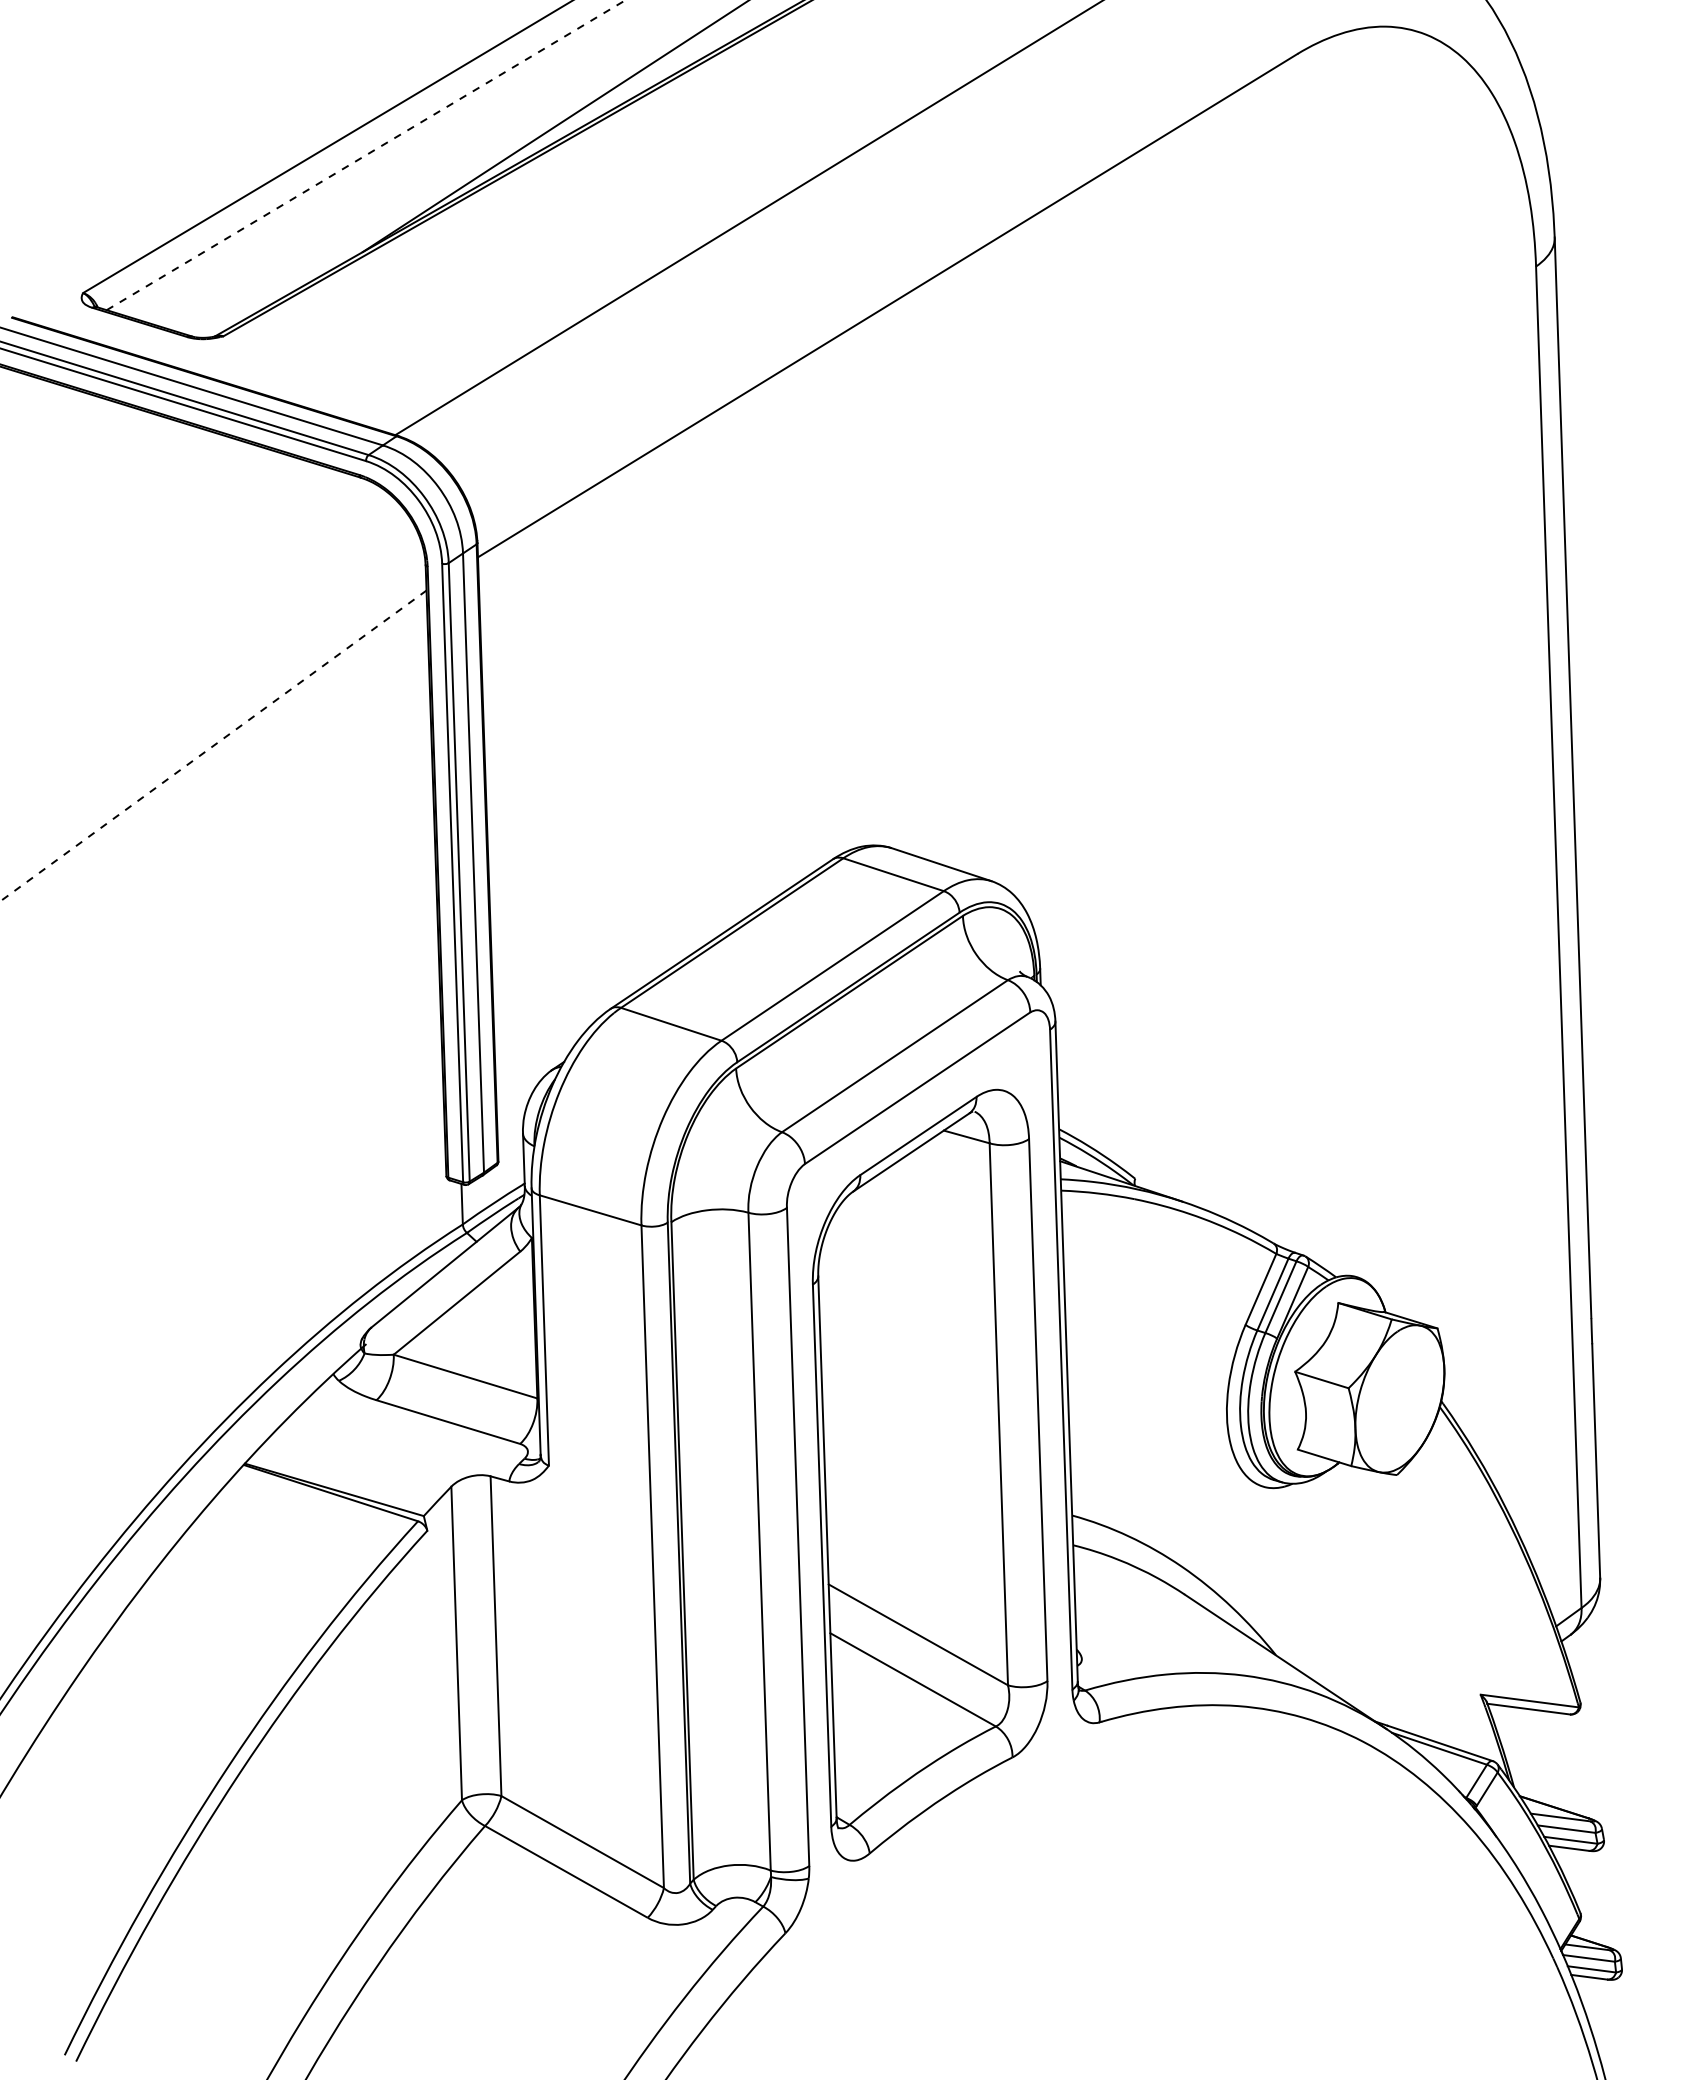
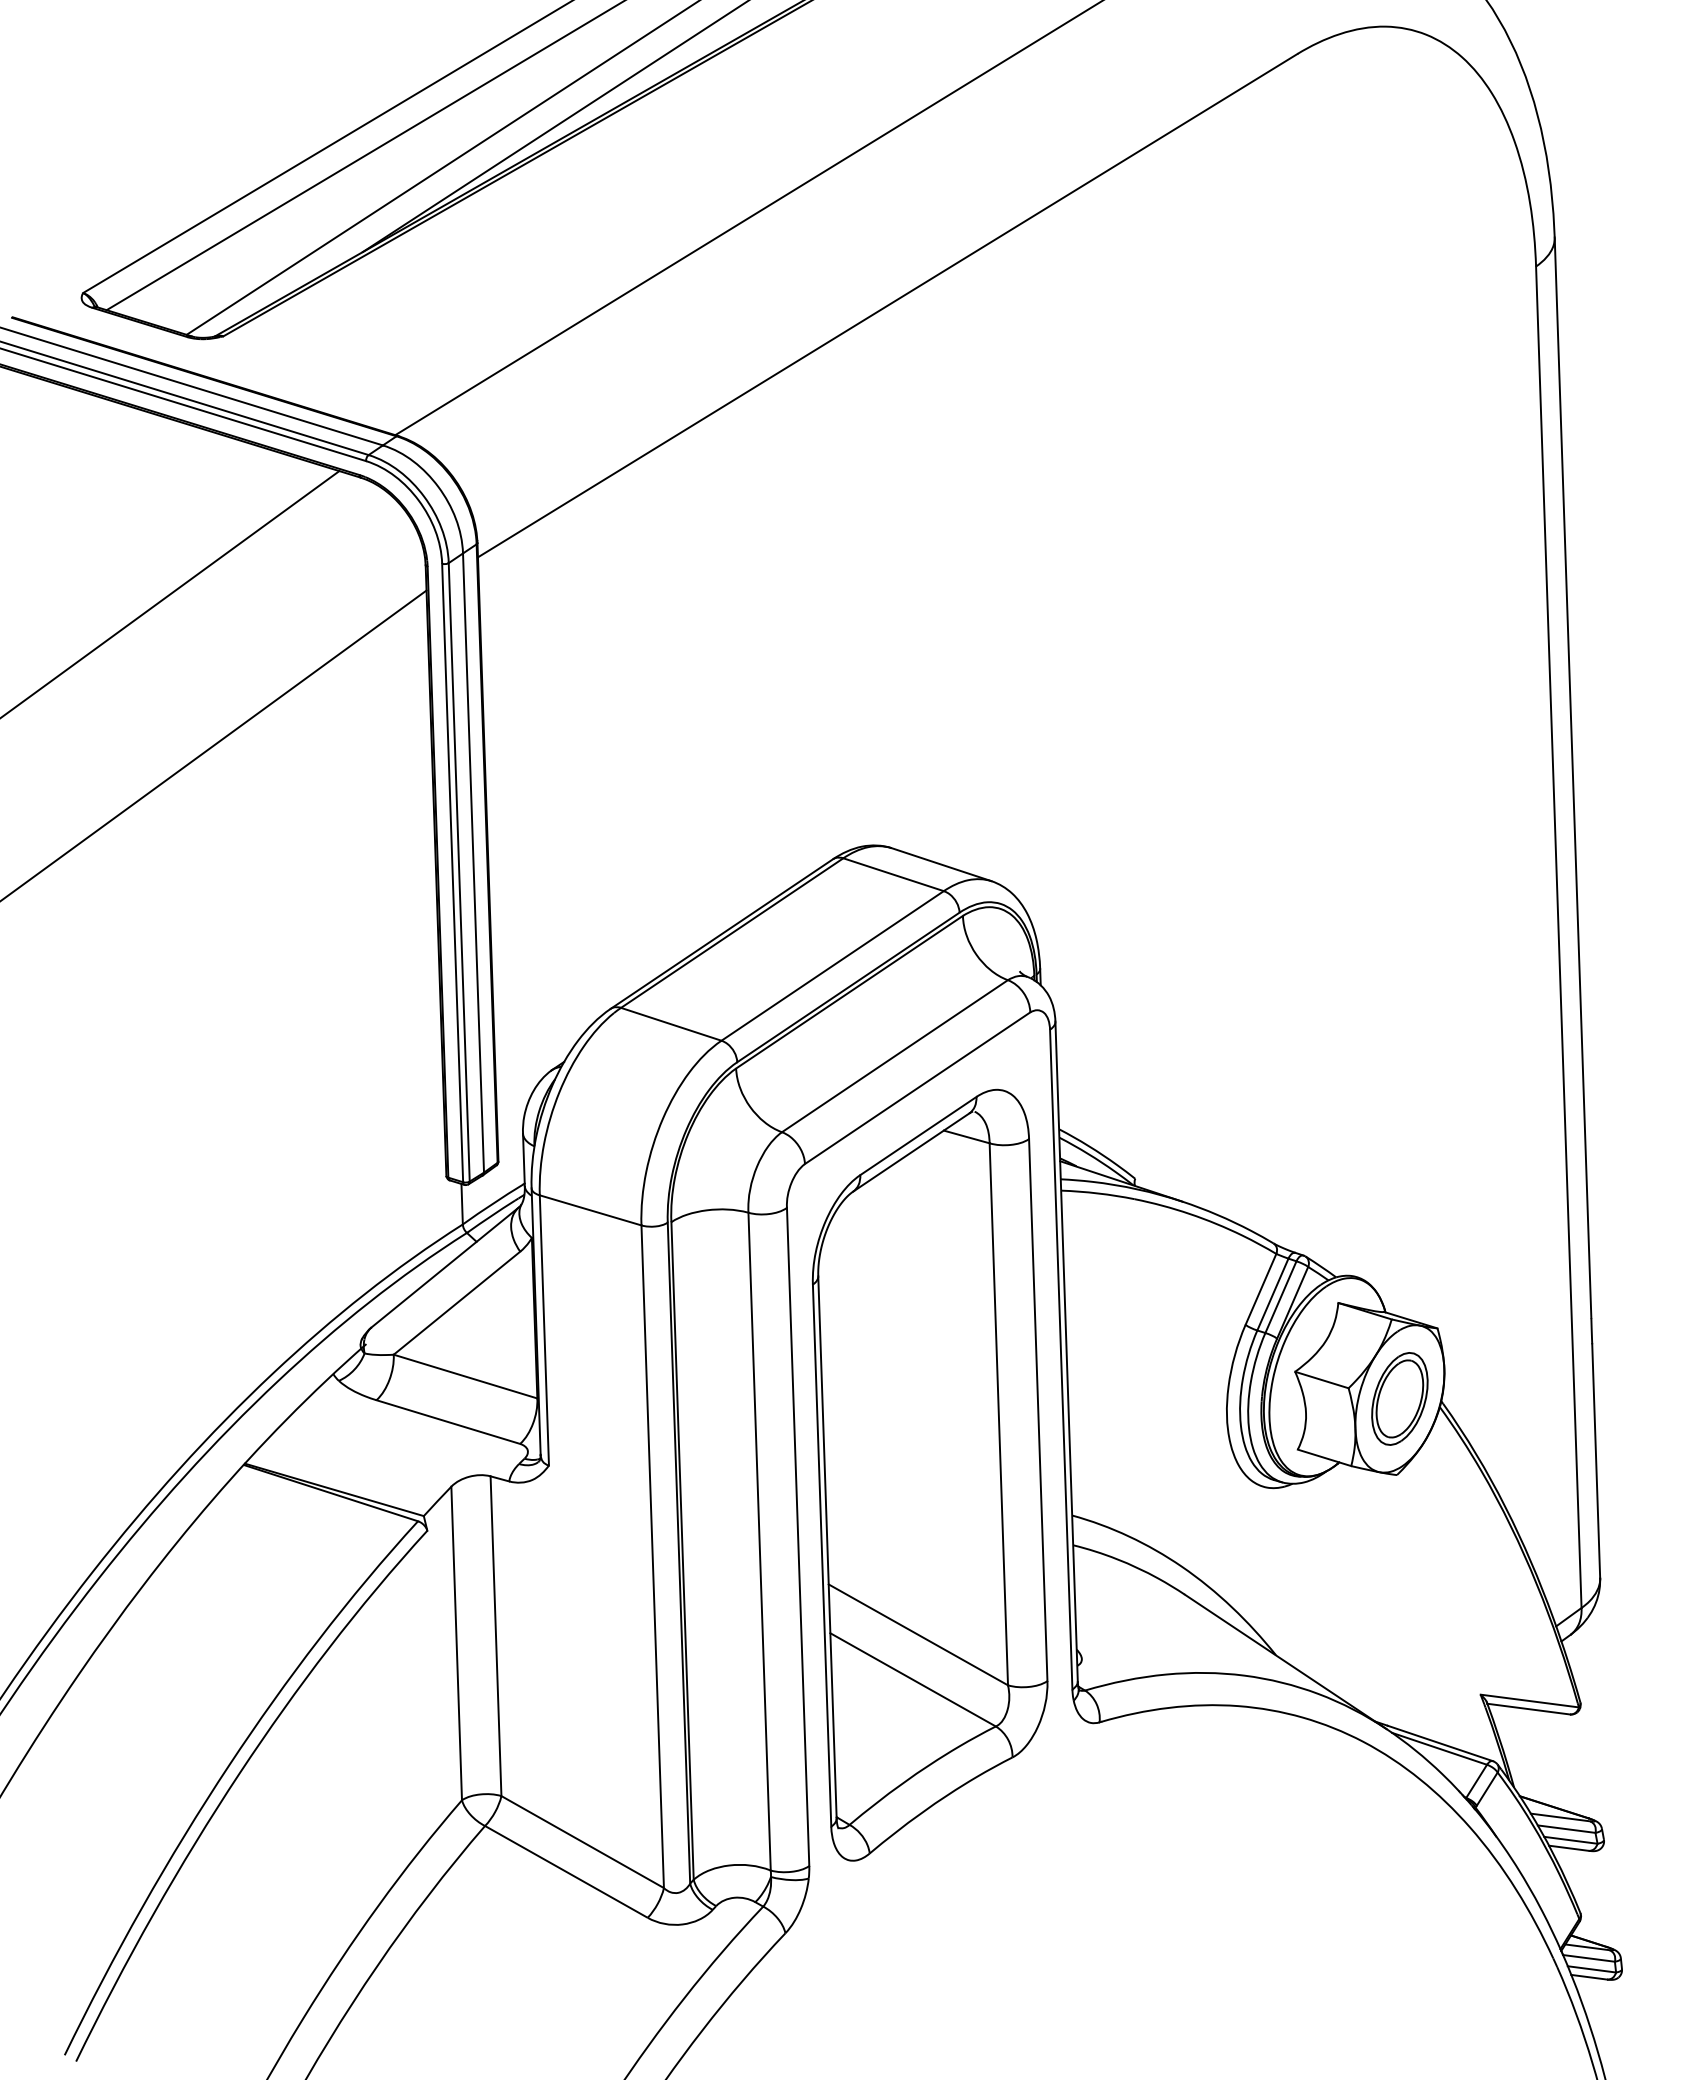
line at (365, 155): dashed -> solid
line at (441, 168): none -> present
line at (170, 593): none -> present
line at (213, 746): dashed -> solid
part at (1399, 1398): none -> present
